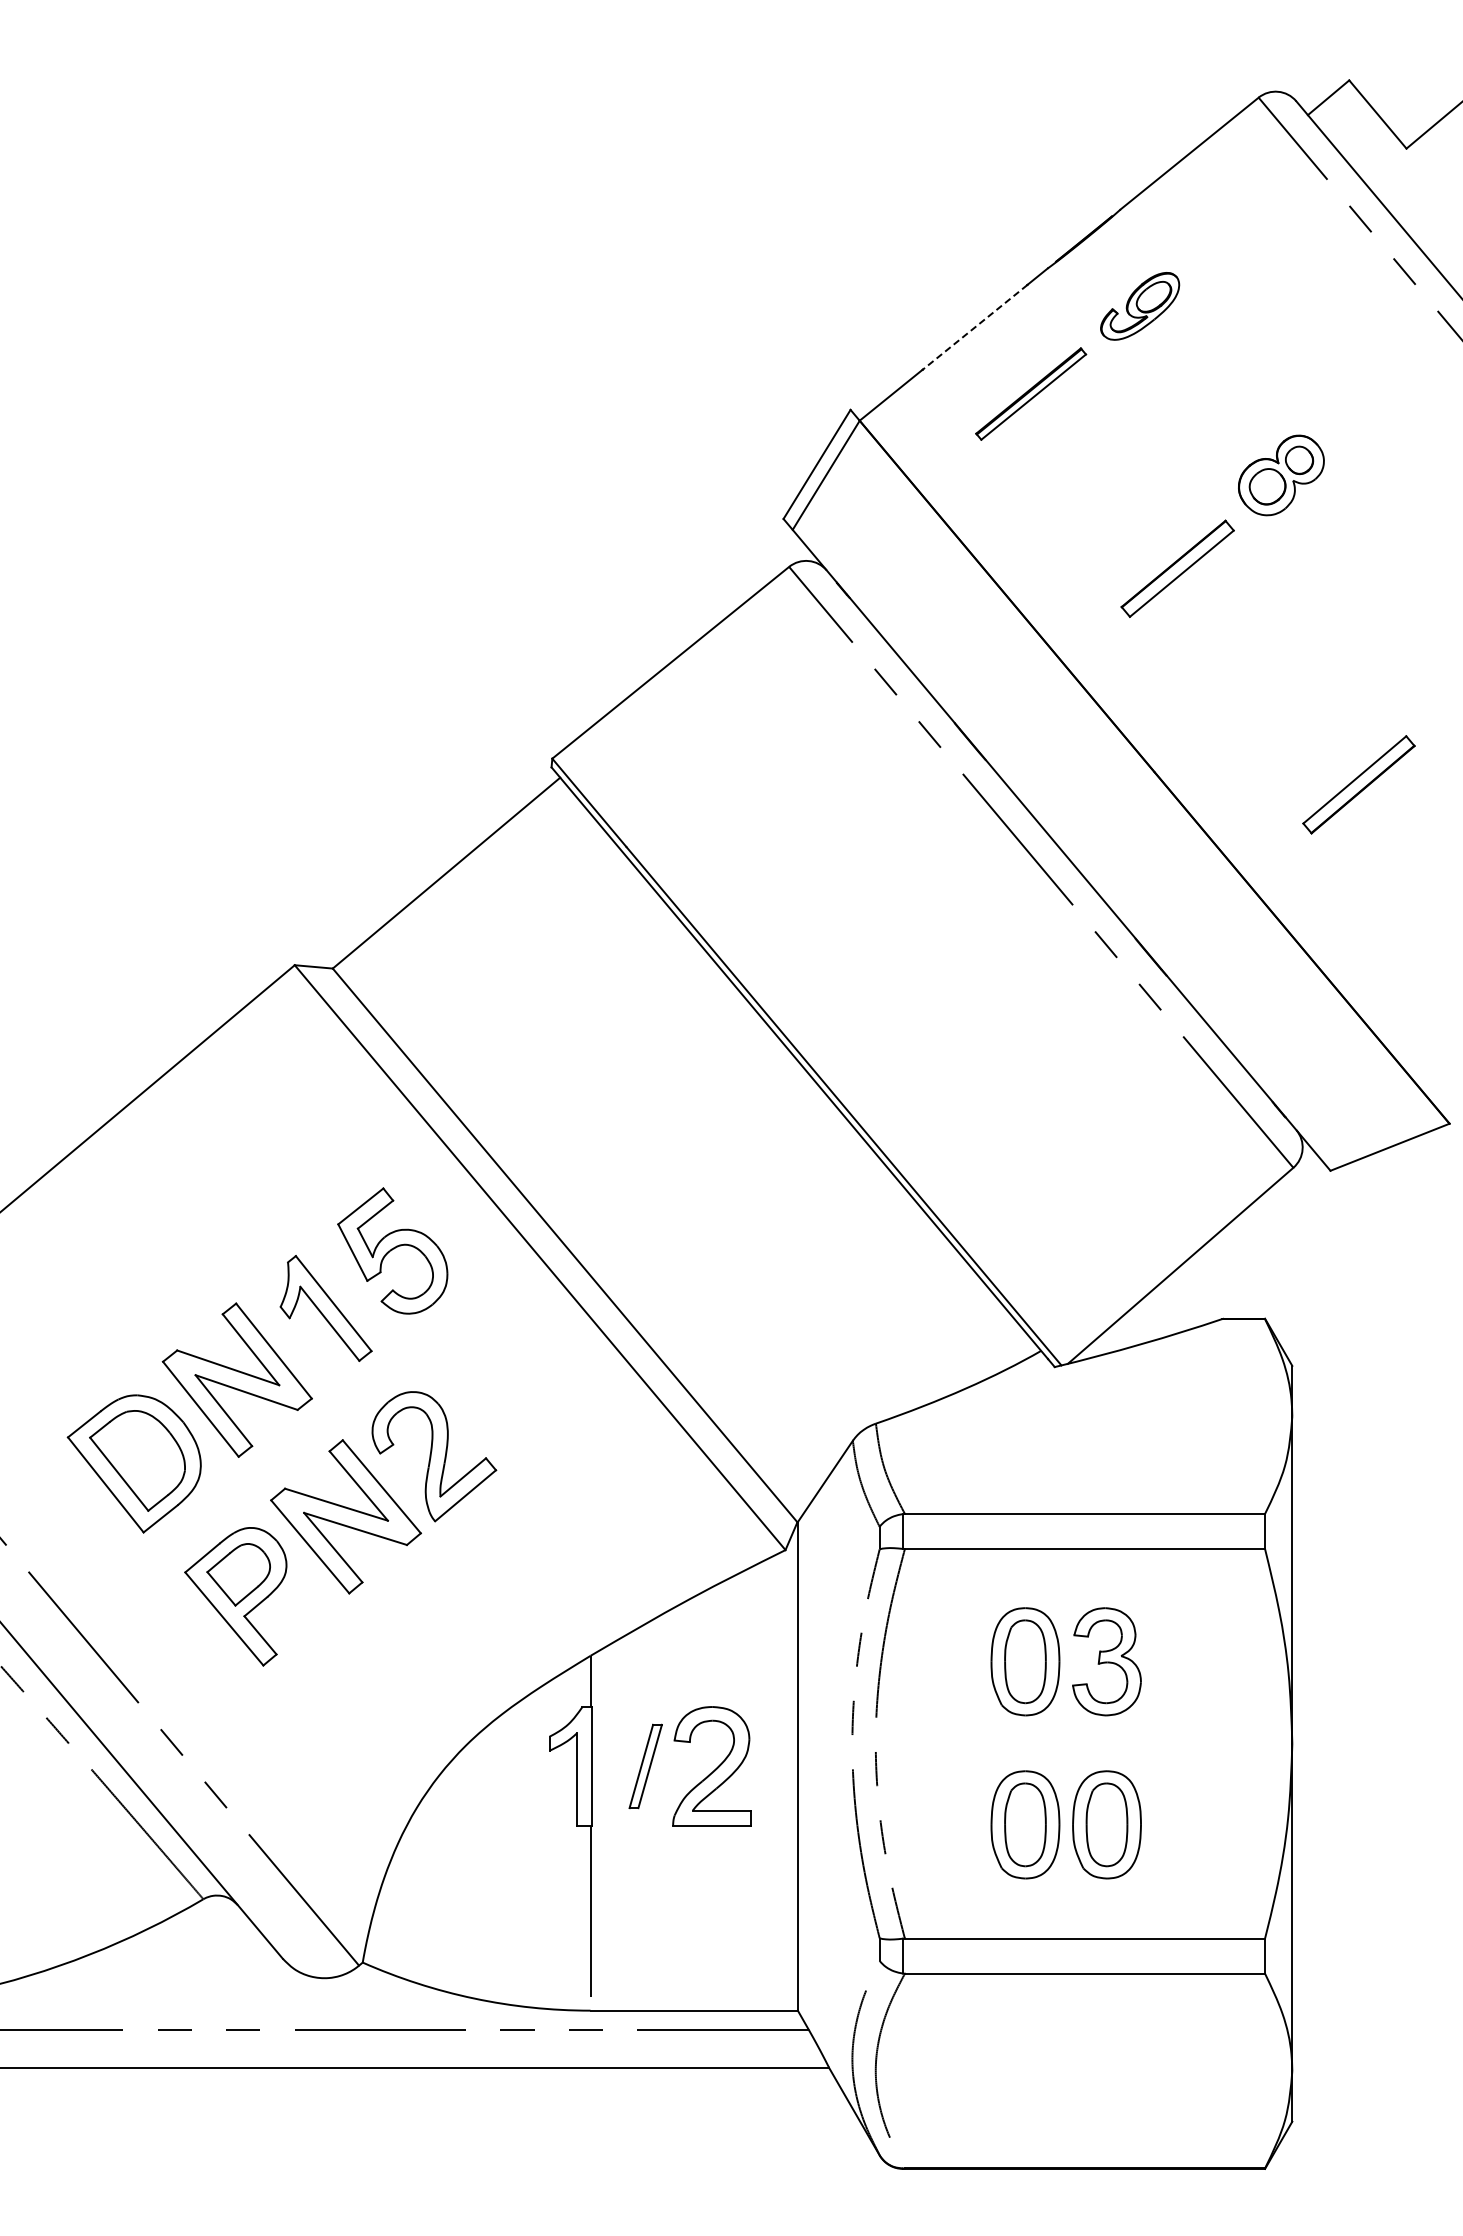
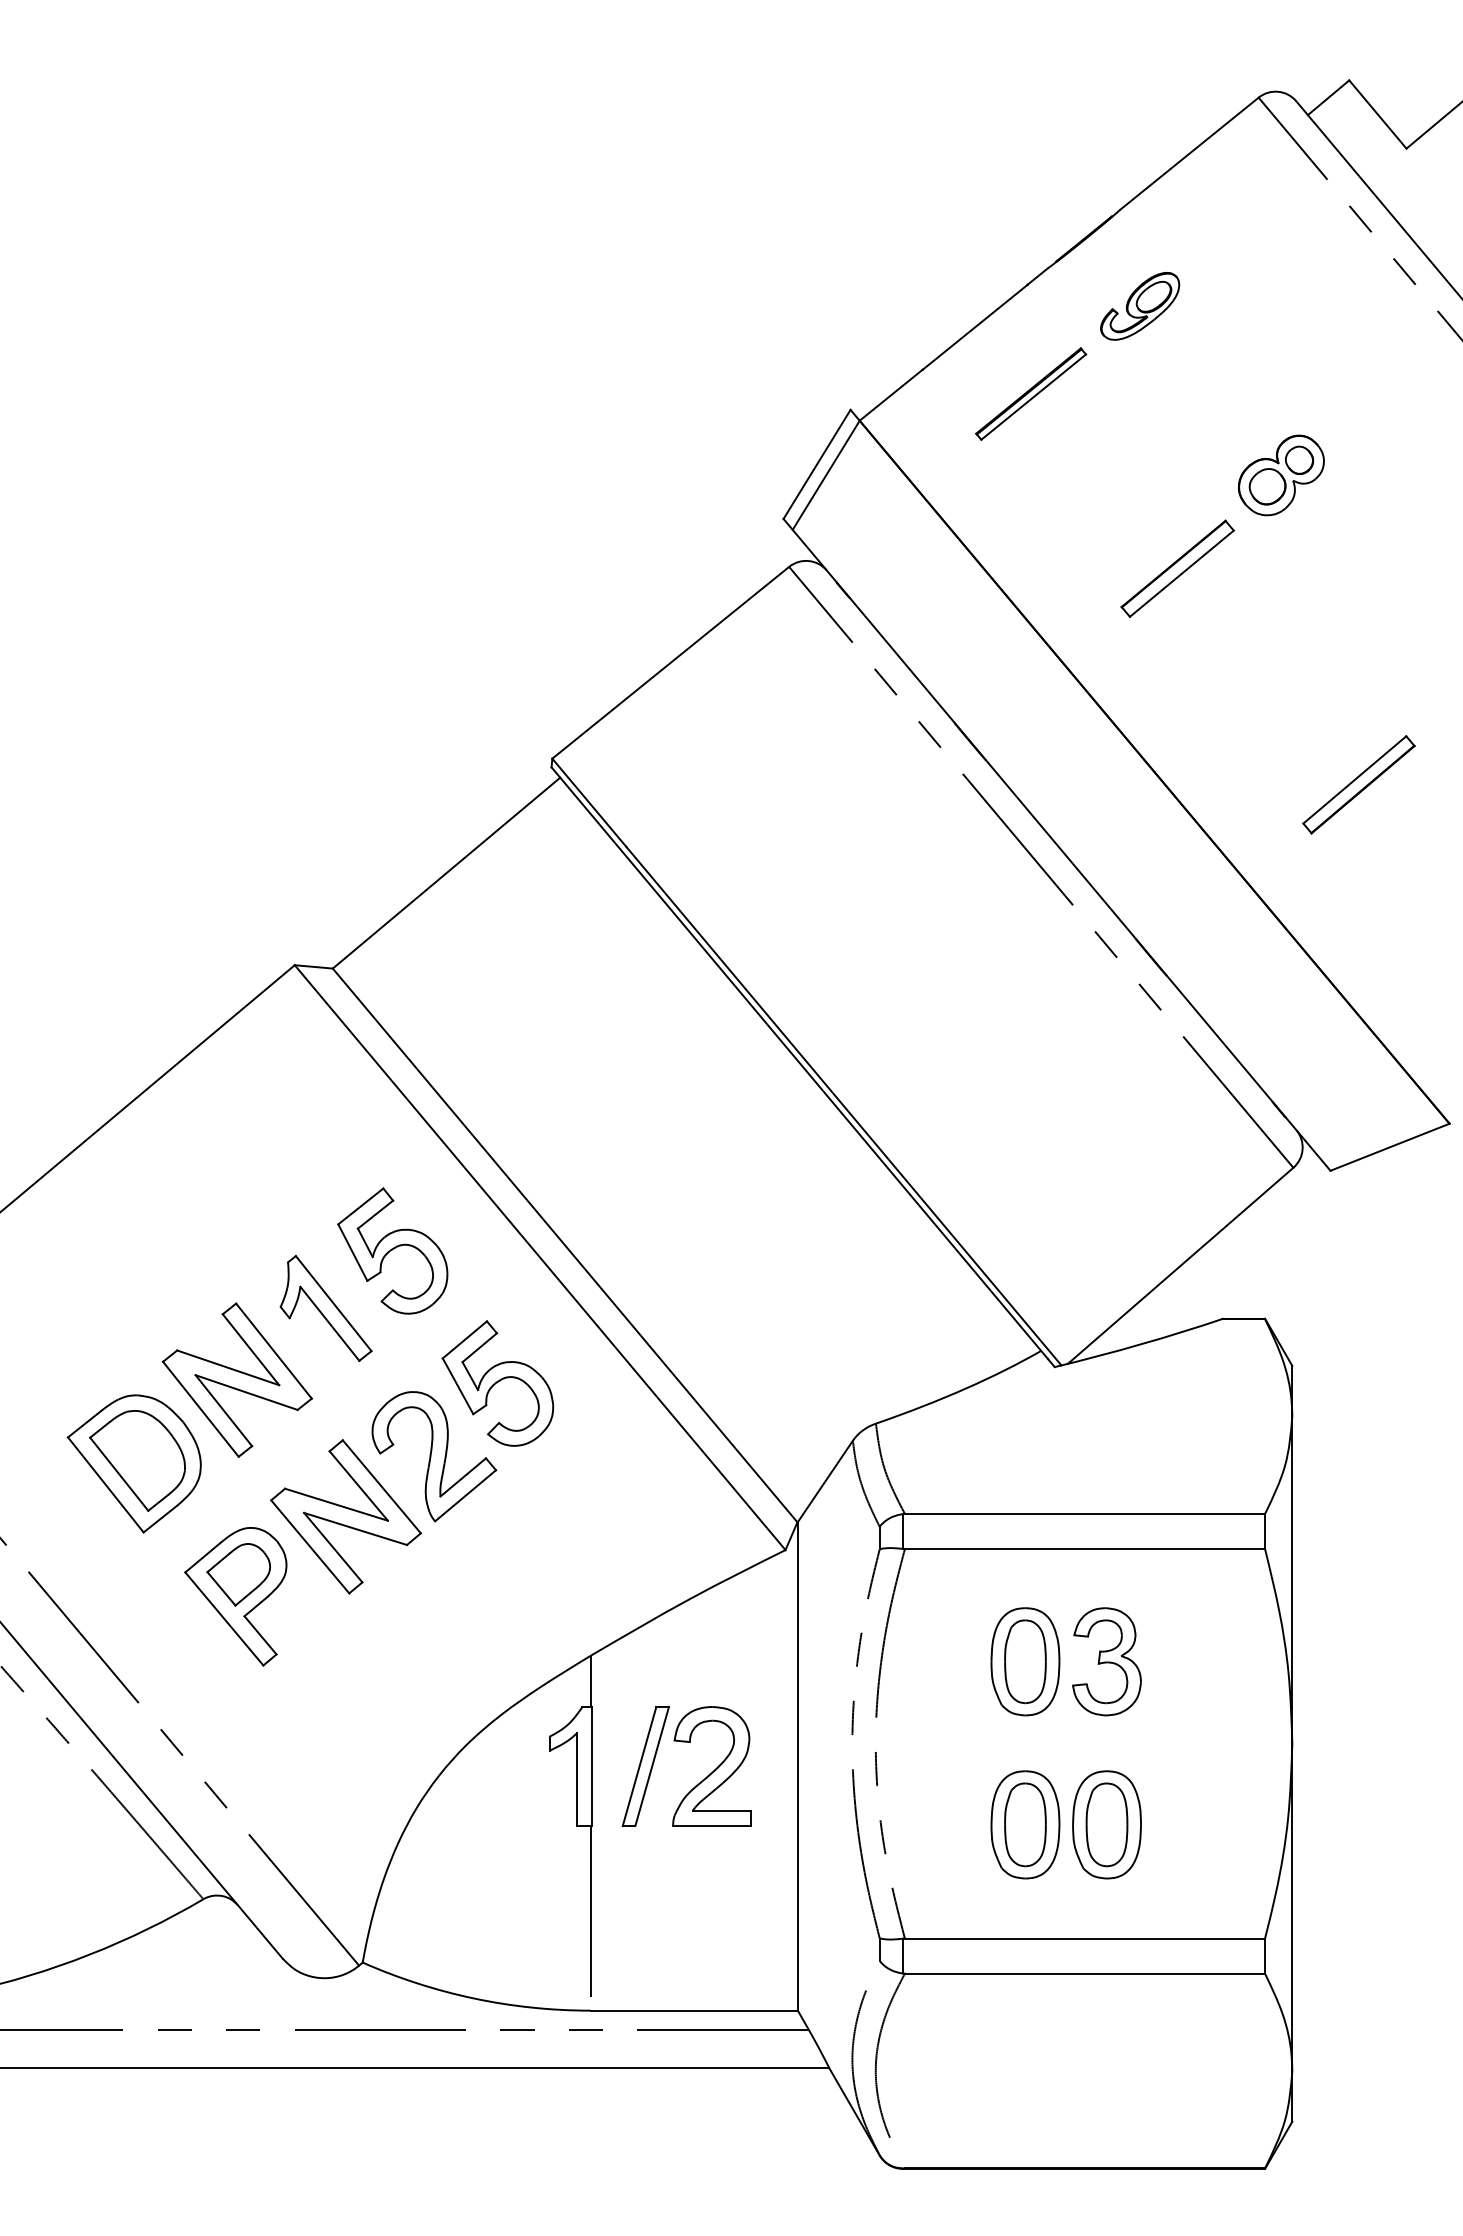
line at (974, 327): dashed -> solid
part at (497, 1383): none -> present
part at (645, 1766) size: 35x87 px -> 49x121 px
